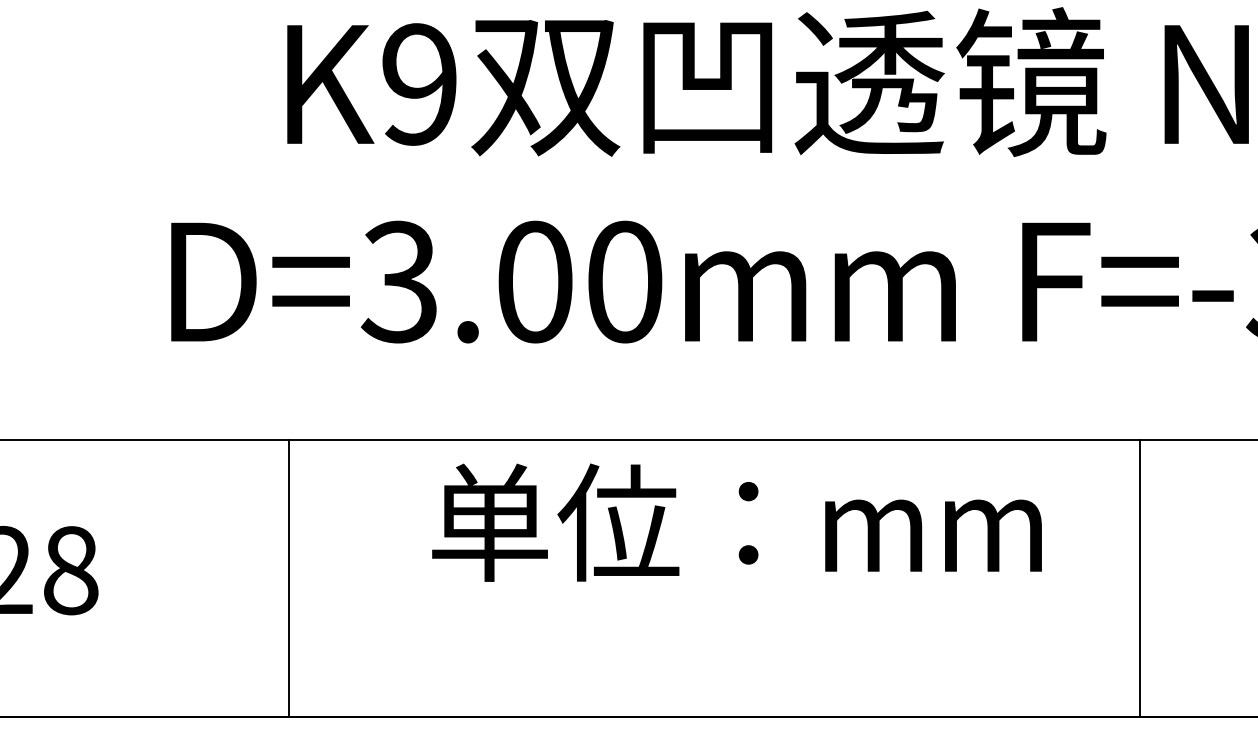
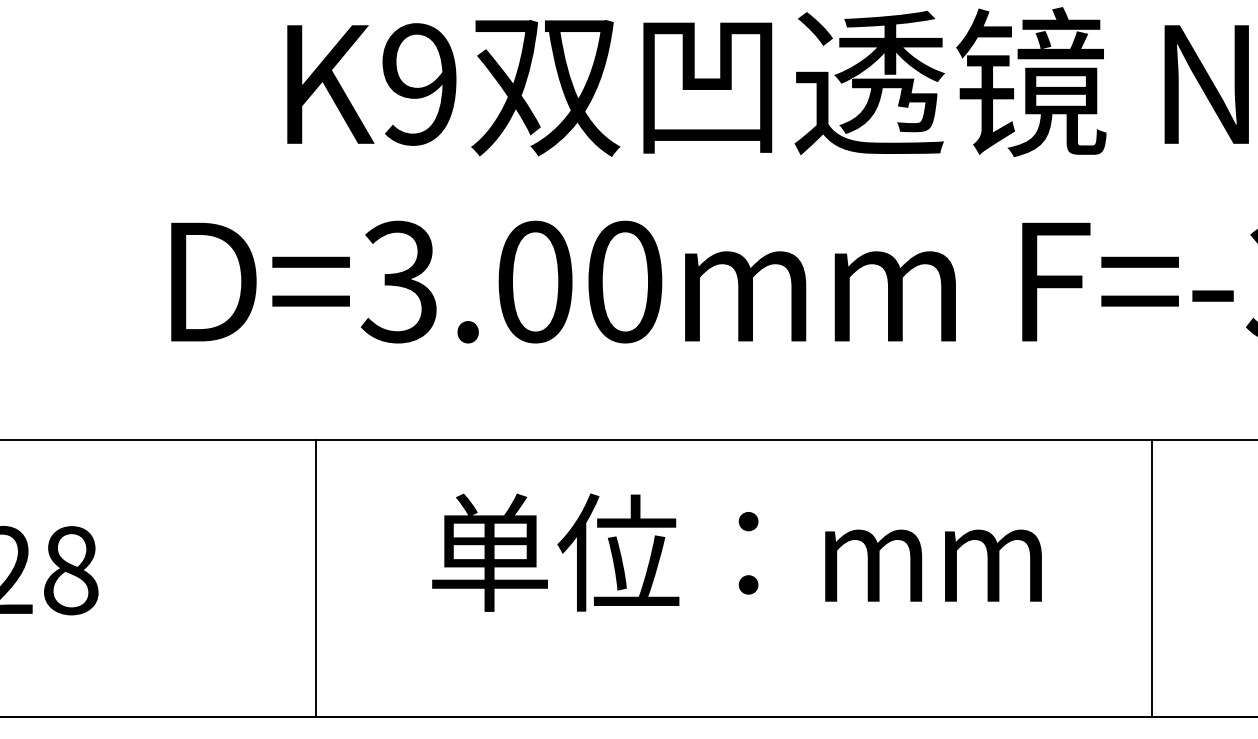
text at (736, 522) position: (736, 522) -> (736, 552)
line at (289, 577) position: (289, 577) -> (316, 577)
line at (1140, 577) position: (1140, 577) -> (1152, 577)
